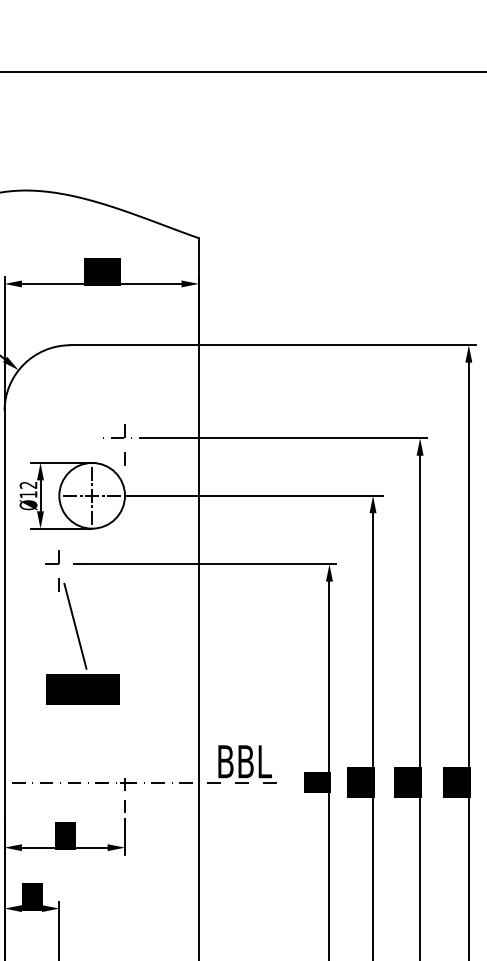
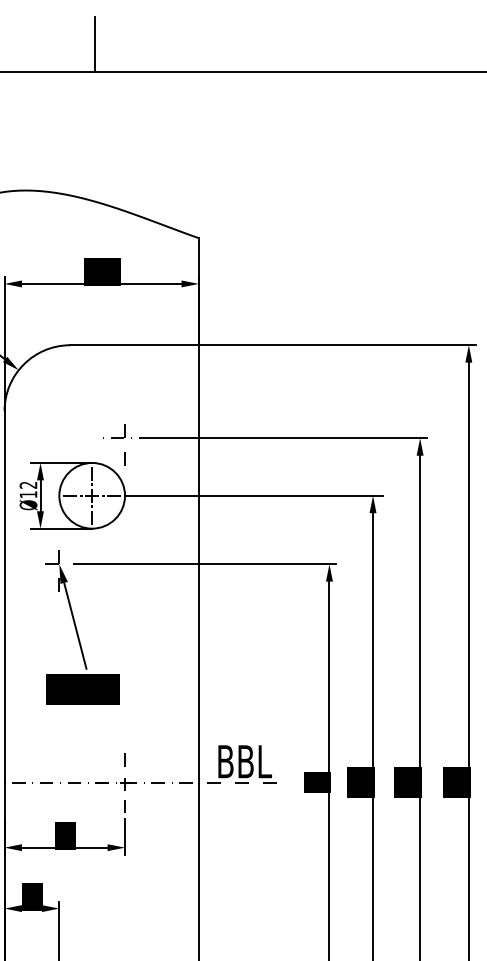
line at (95, 44): none -> present
fill at (63, 573): none -> present
line at (124, 759): none -> present
